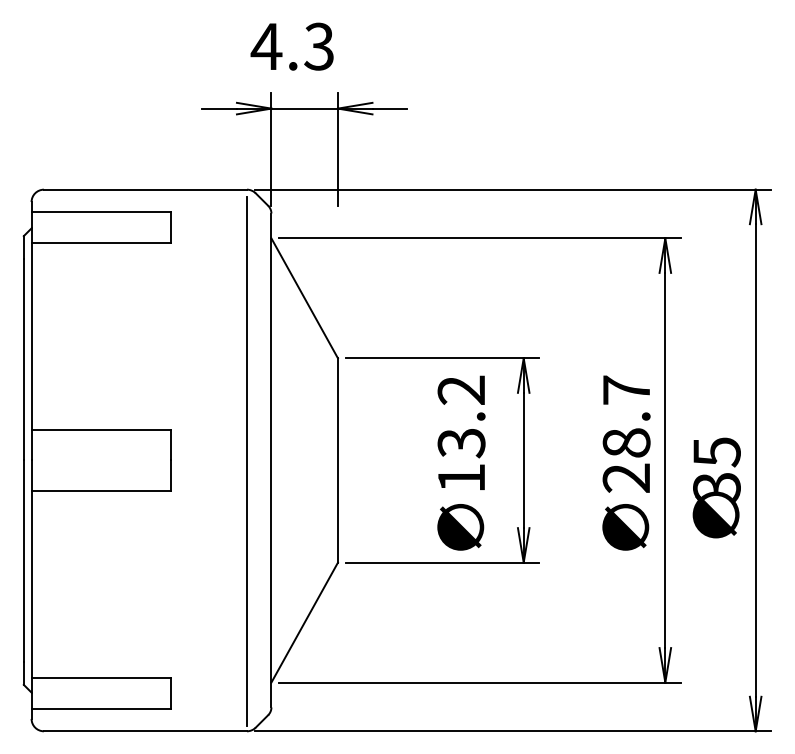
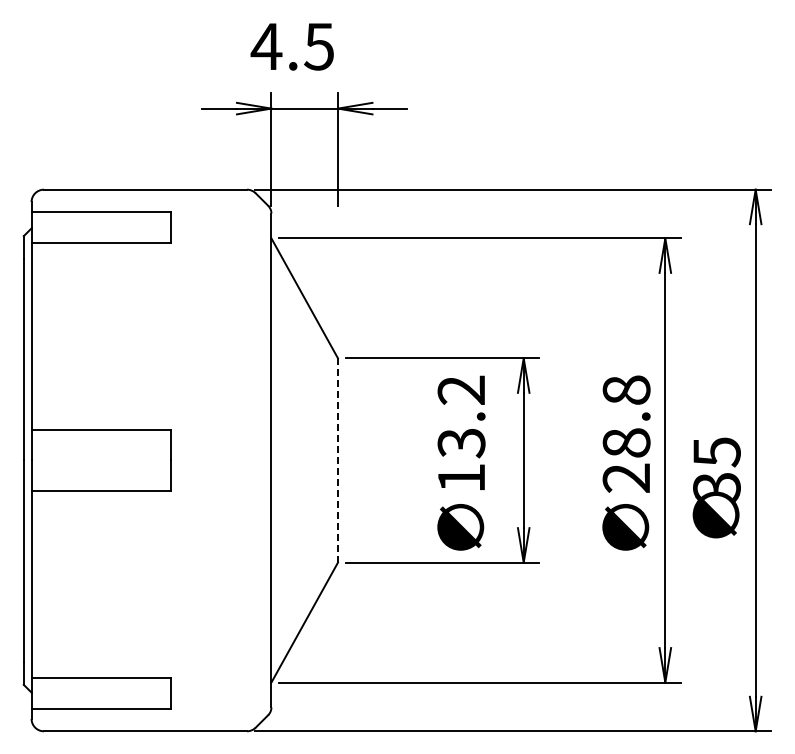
text at (318, 46): 4.3 -> 4.5
text at (626, 389): 28.7 -> 28.8
line at (337, 460): solid -> dashed
line at (246, 461): present -> none
